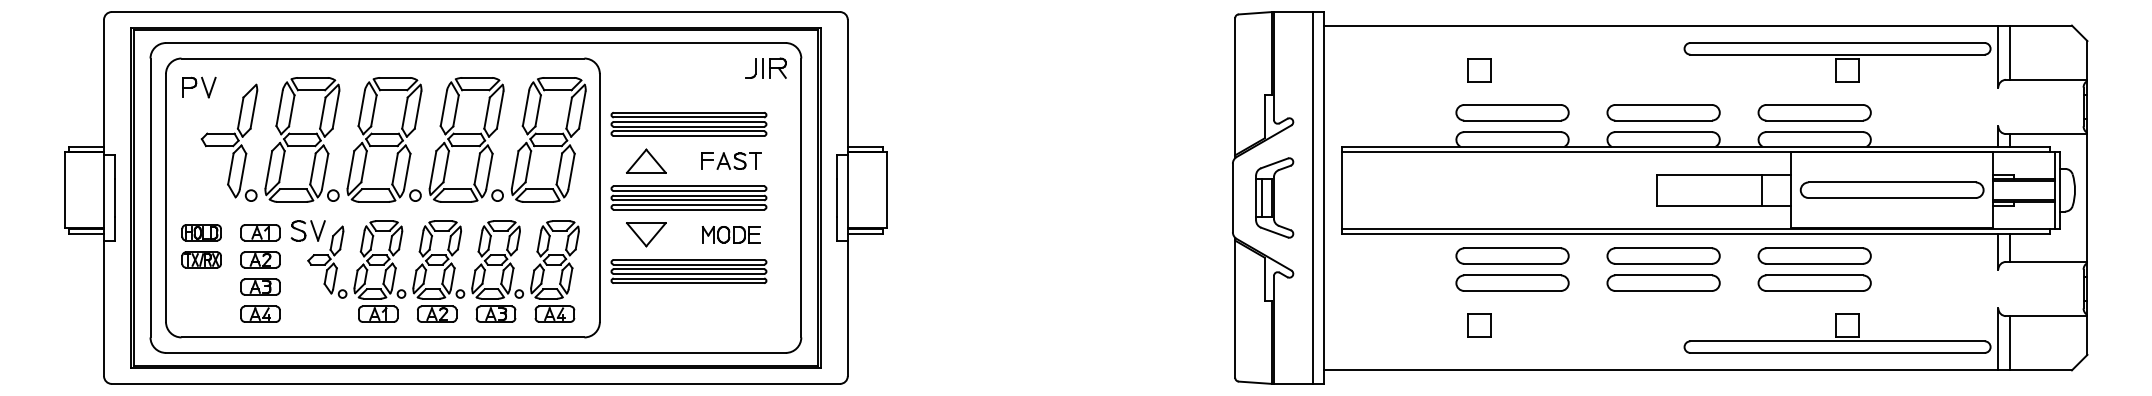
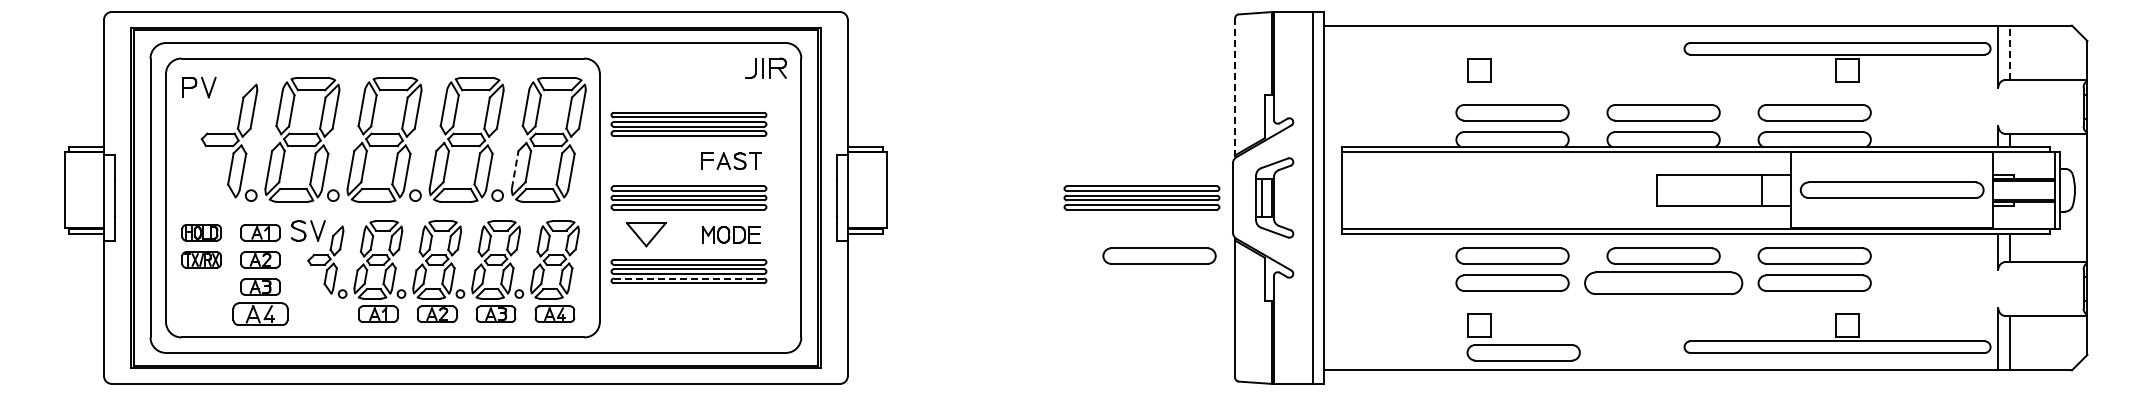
line at (2009, 52): solid -> dashed
line at (1235, 88): solid -> dashed
part at (646, 160): present -> none
line at (515, 169): solid -> dashed
part at (1141, 197): none -> present
part at (1159, 255): none -> present
line at (689, 278): solid -> dashed
part at (1663, 282) size: 115x18 px -> 160x24 px
part at (260, 313) size: 41x18 px -> 57x24 px
part at (1523, 352): none -> present
